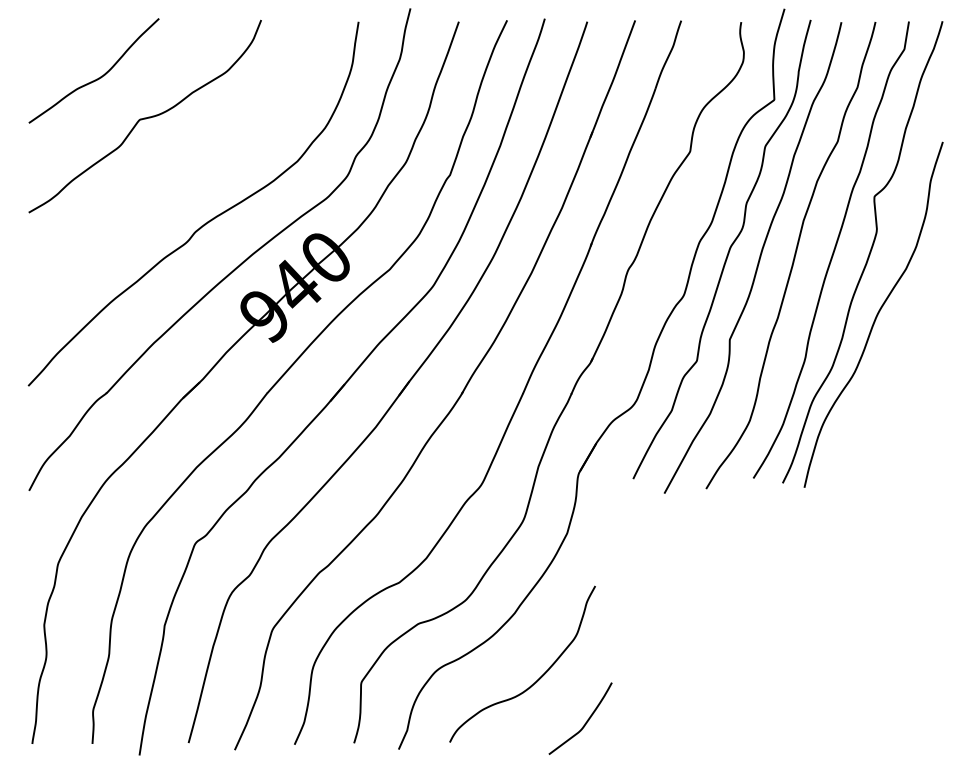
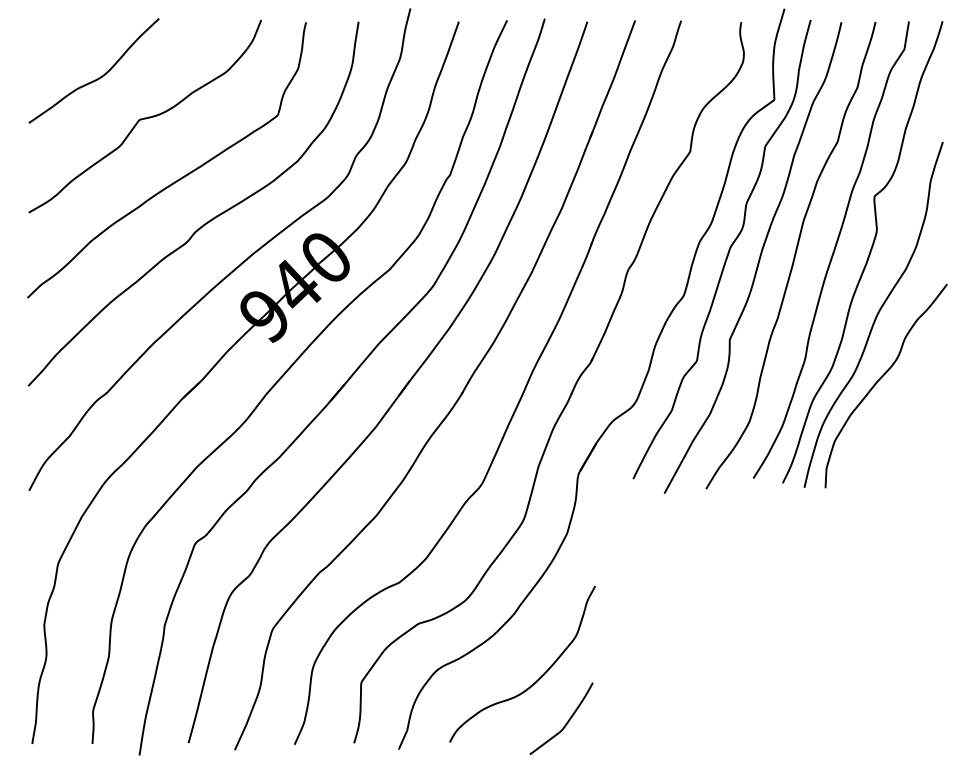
curve at (177, 179): none -> present
curve at (878, 382): none -> present
curve at (586, 720) position: (586, 720) -> (567, 720)
